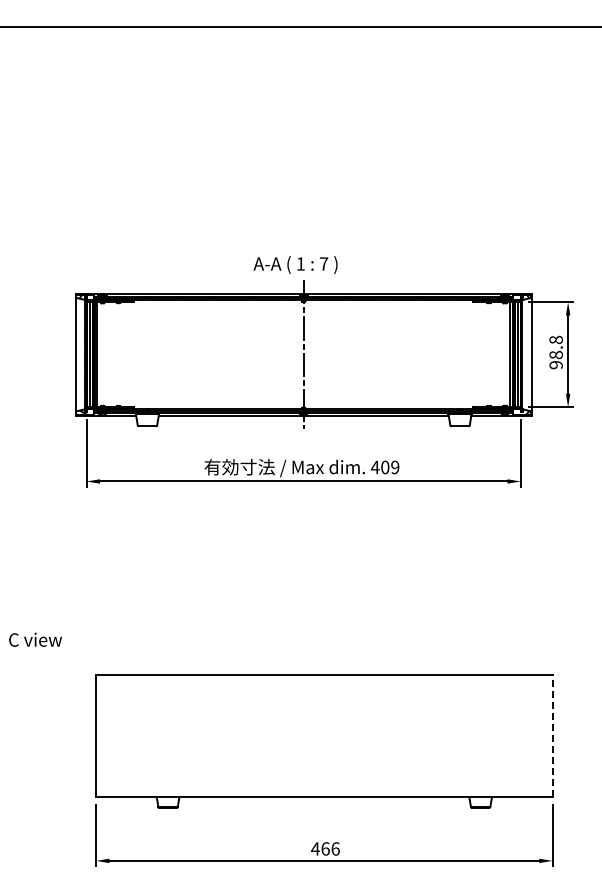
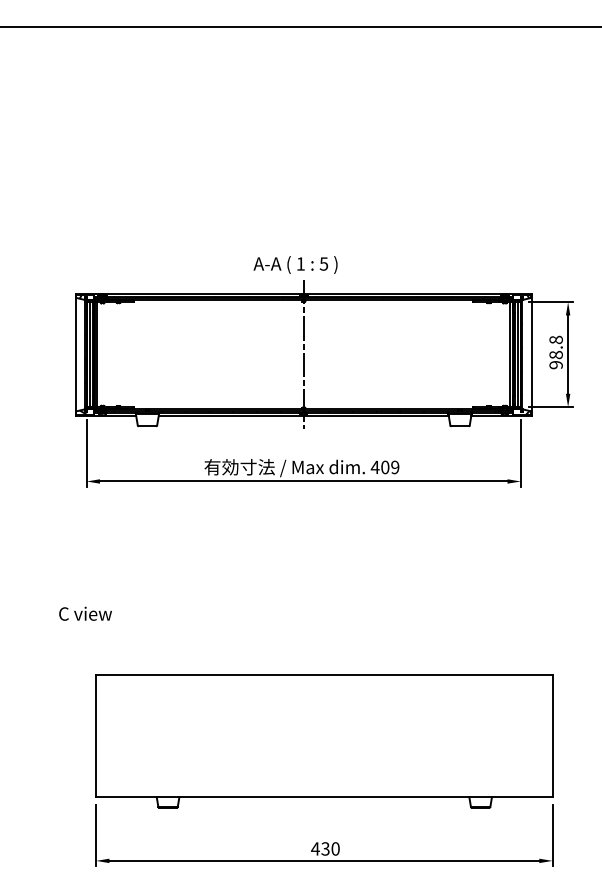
text at (323, 263): 7 -> 5
text at (35, 639) position: (35, 639) -> (85, 613)
line at (552, 735): dashed -> solid
text at (330, 848): 466 -> 430
